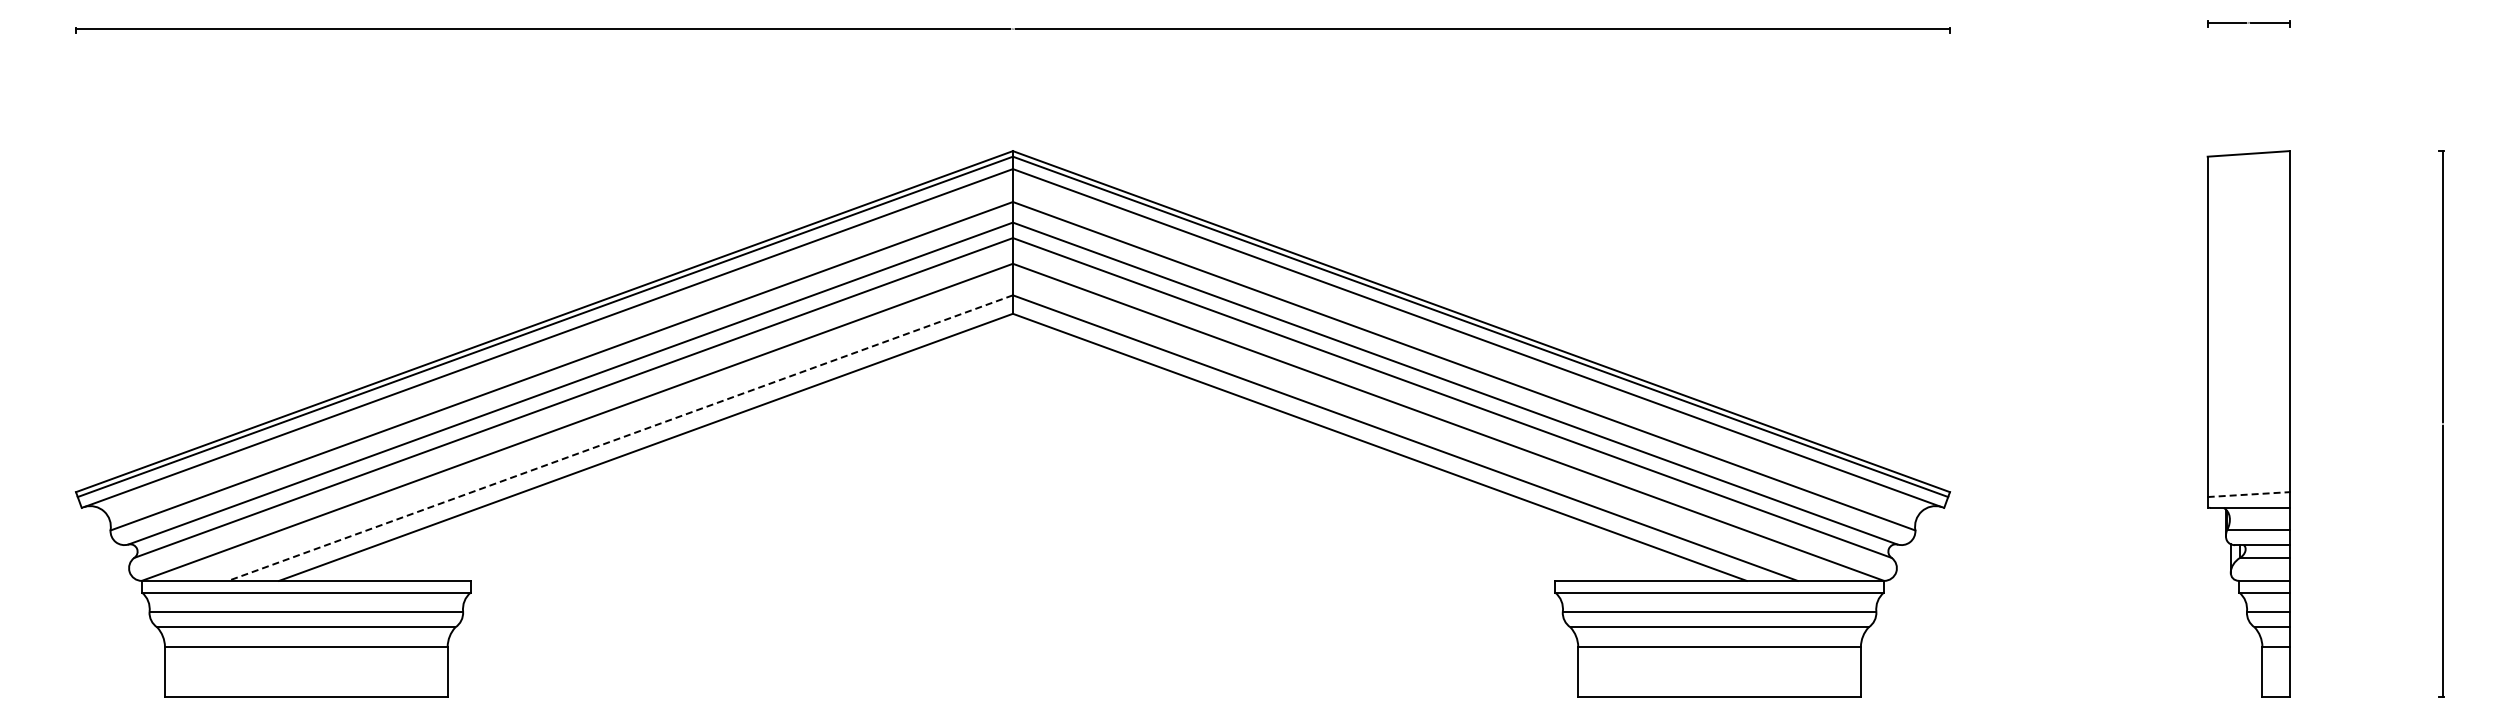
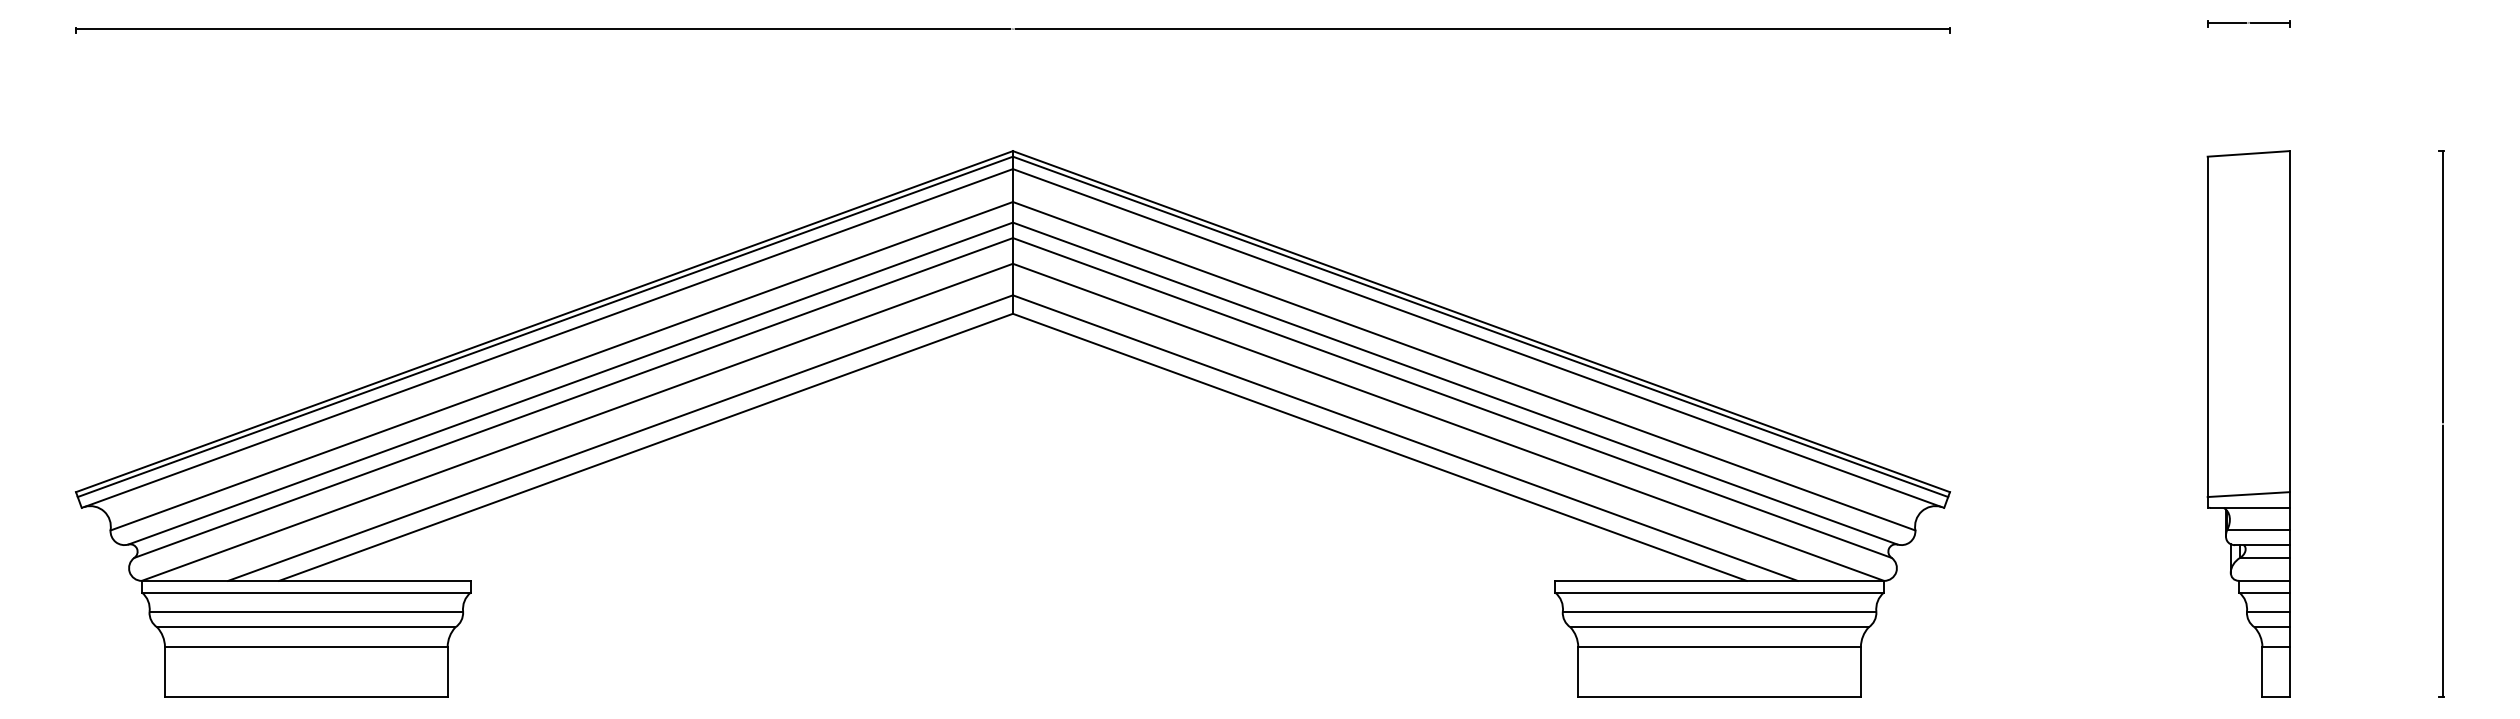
line at (620, 438): dashed -> solid
line at (2248, 494): dashed -> solid
